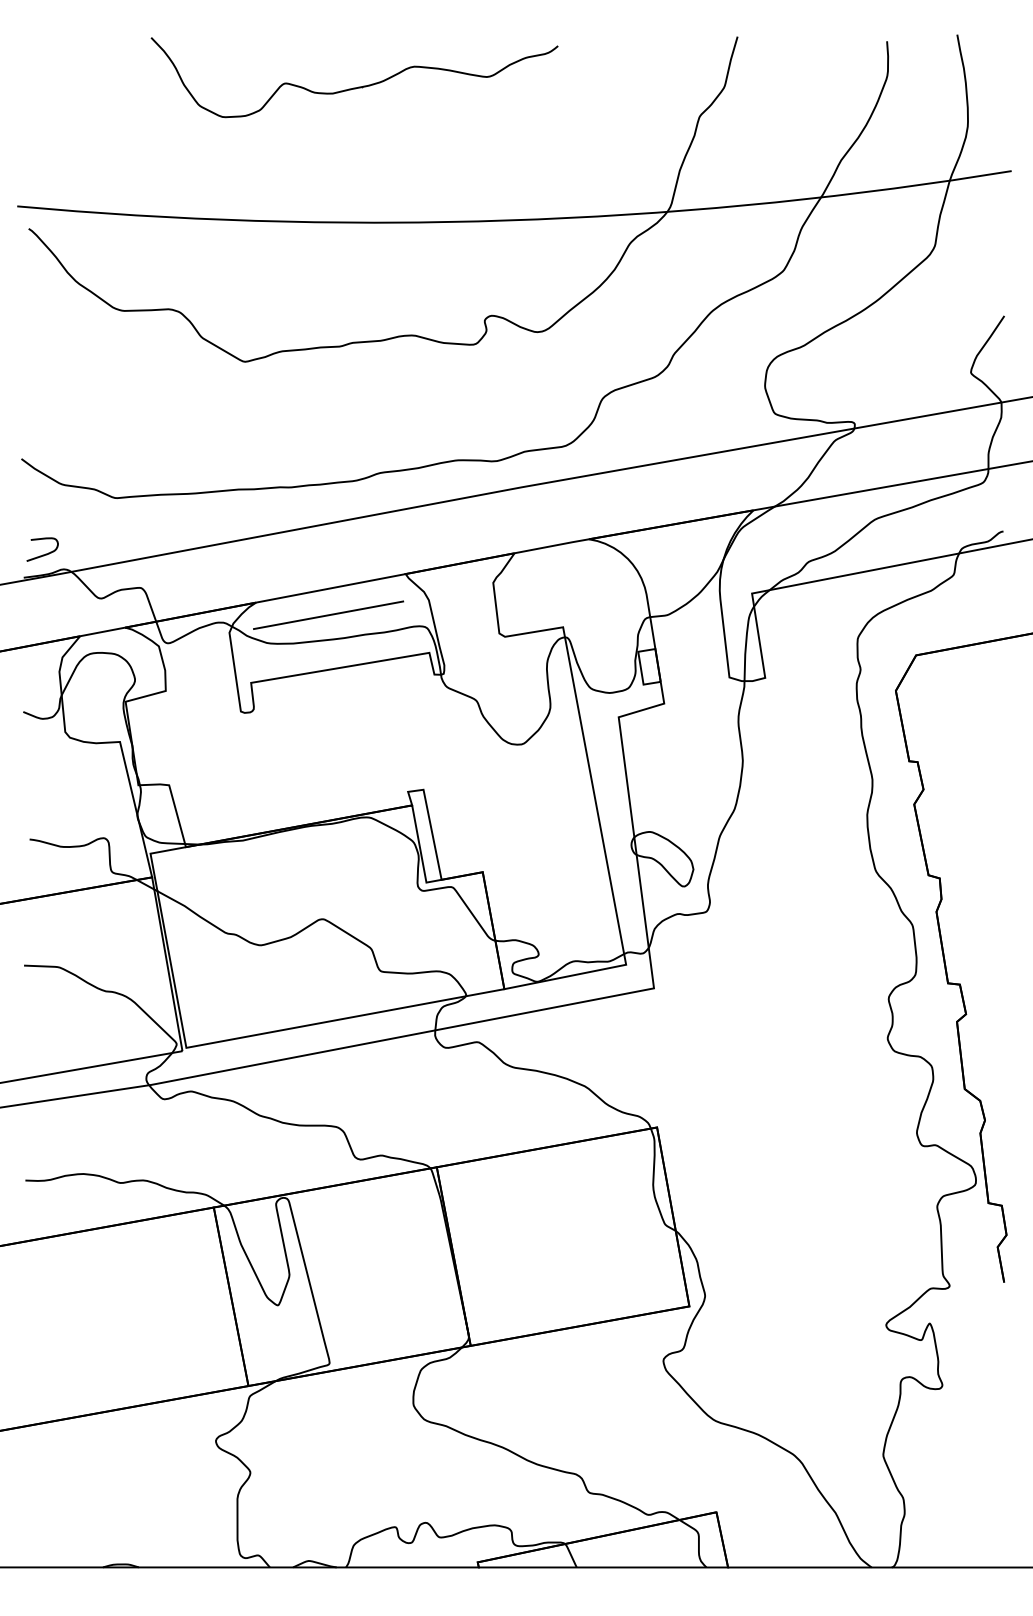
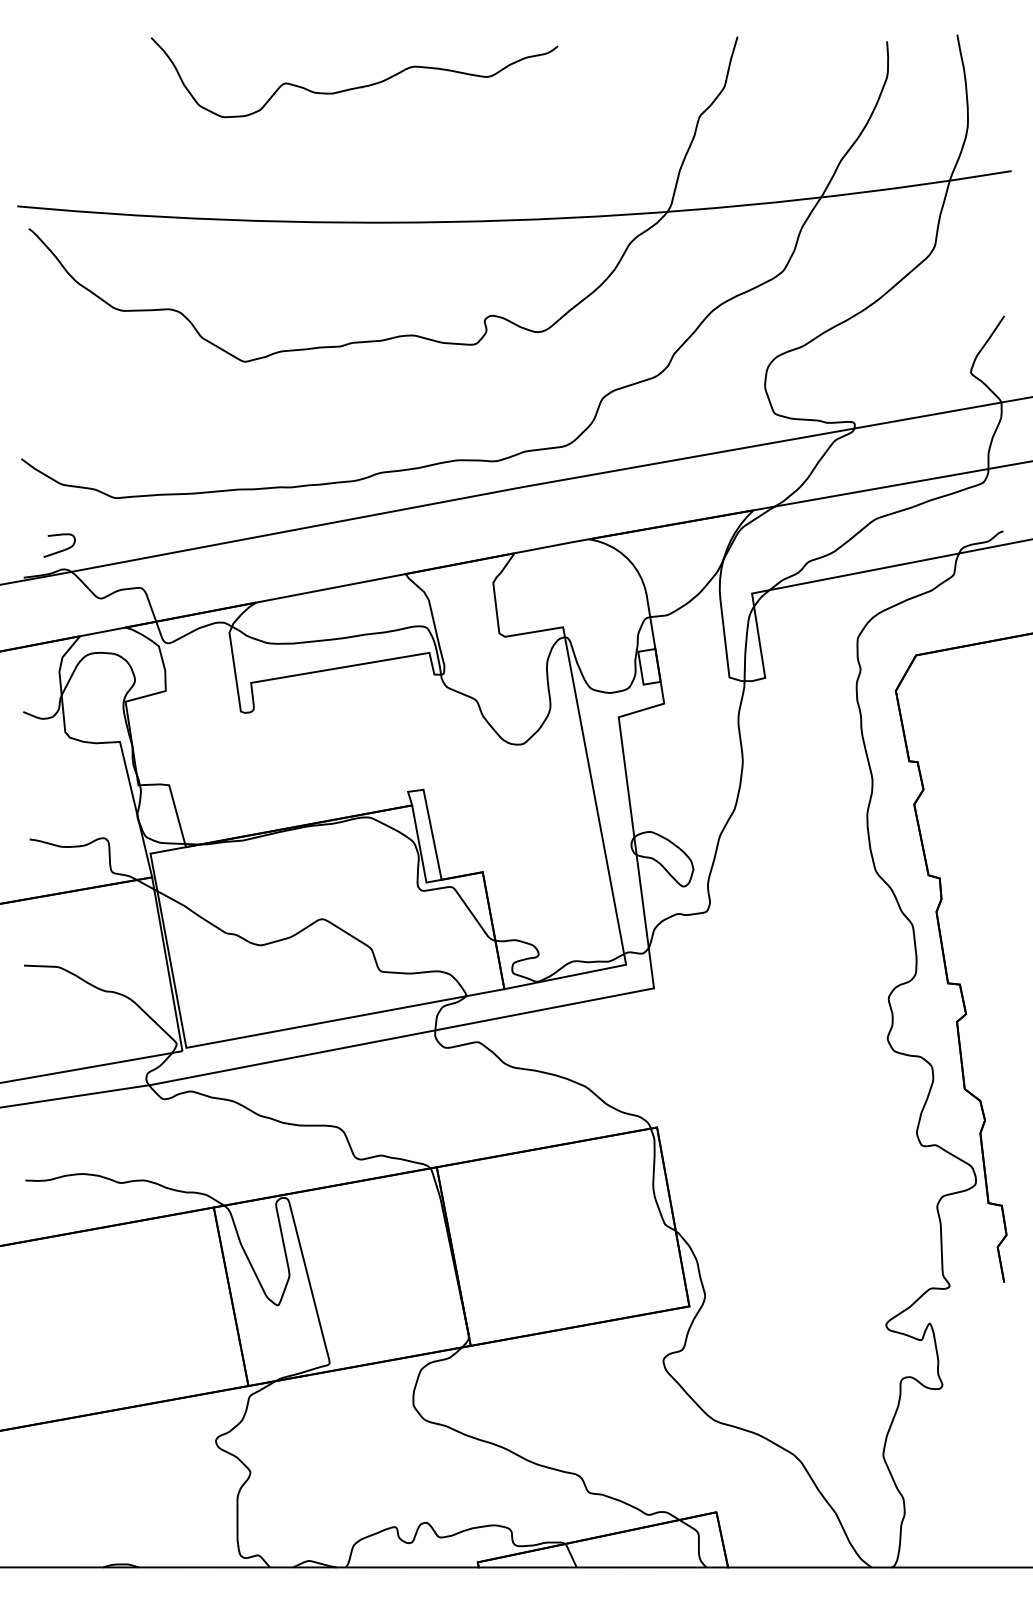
curve at (45, 553) position: (45, 553) -> (62, 549)
line at (328, 615): present -> none
